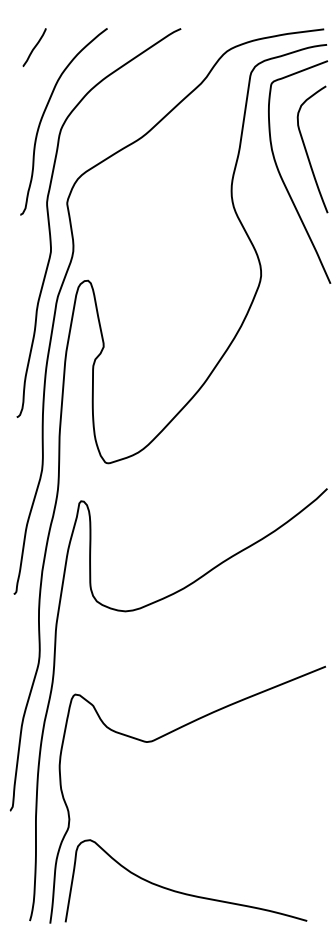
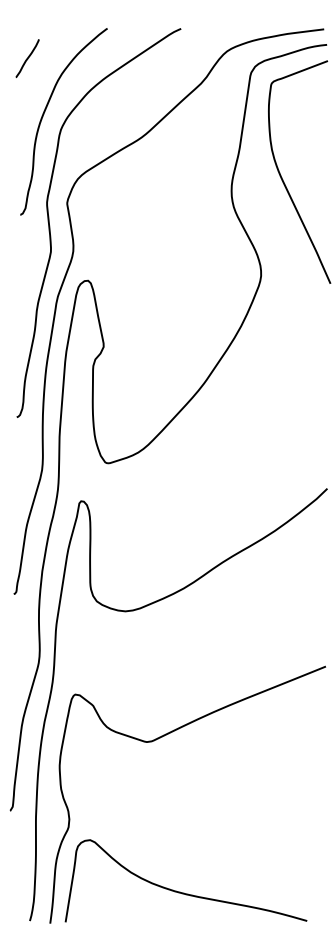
line at (34, 47) position: (34, 47) -> (27, 58)
curve at (307, 151): present -> none
